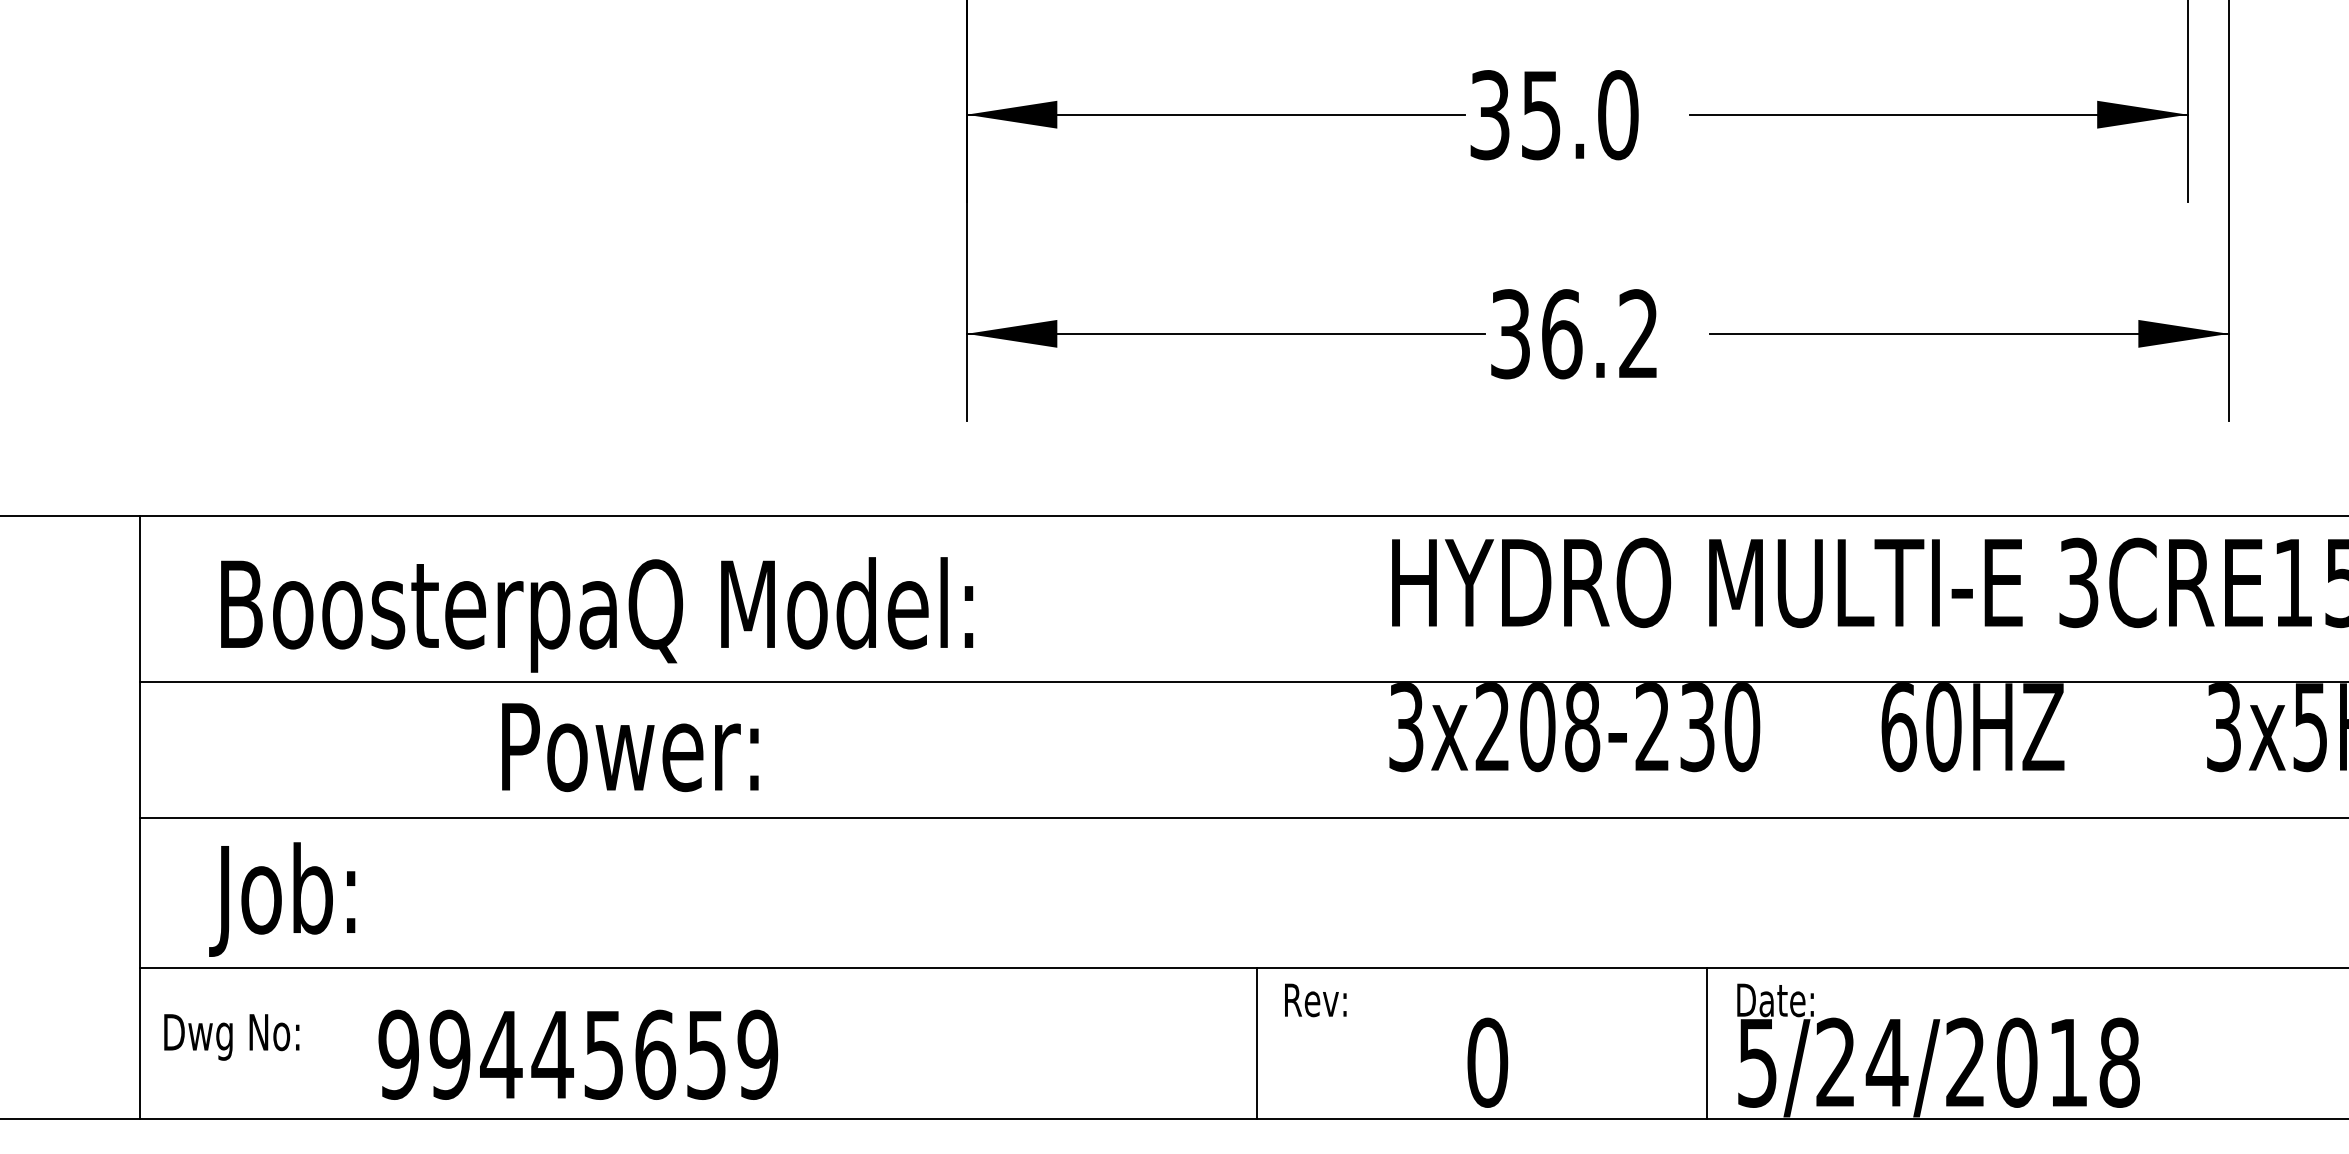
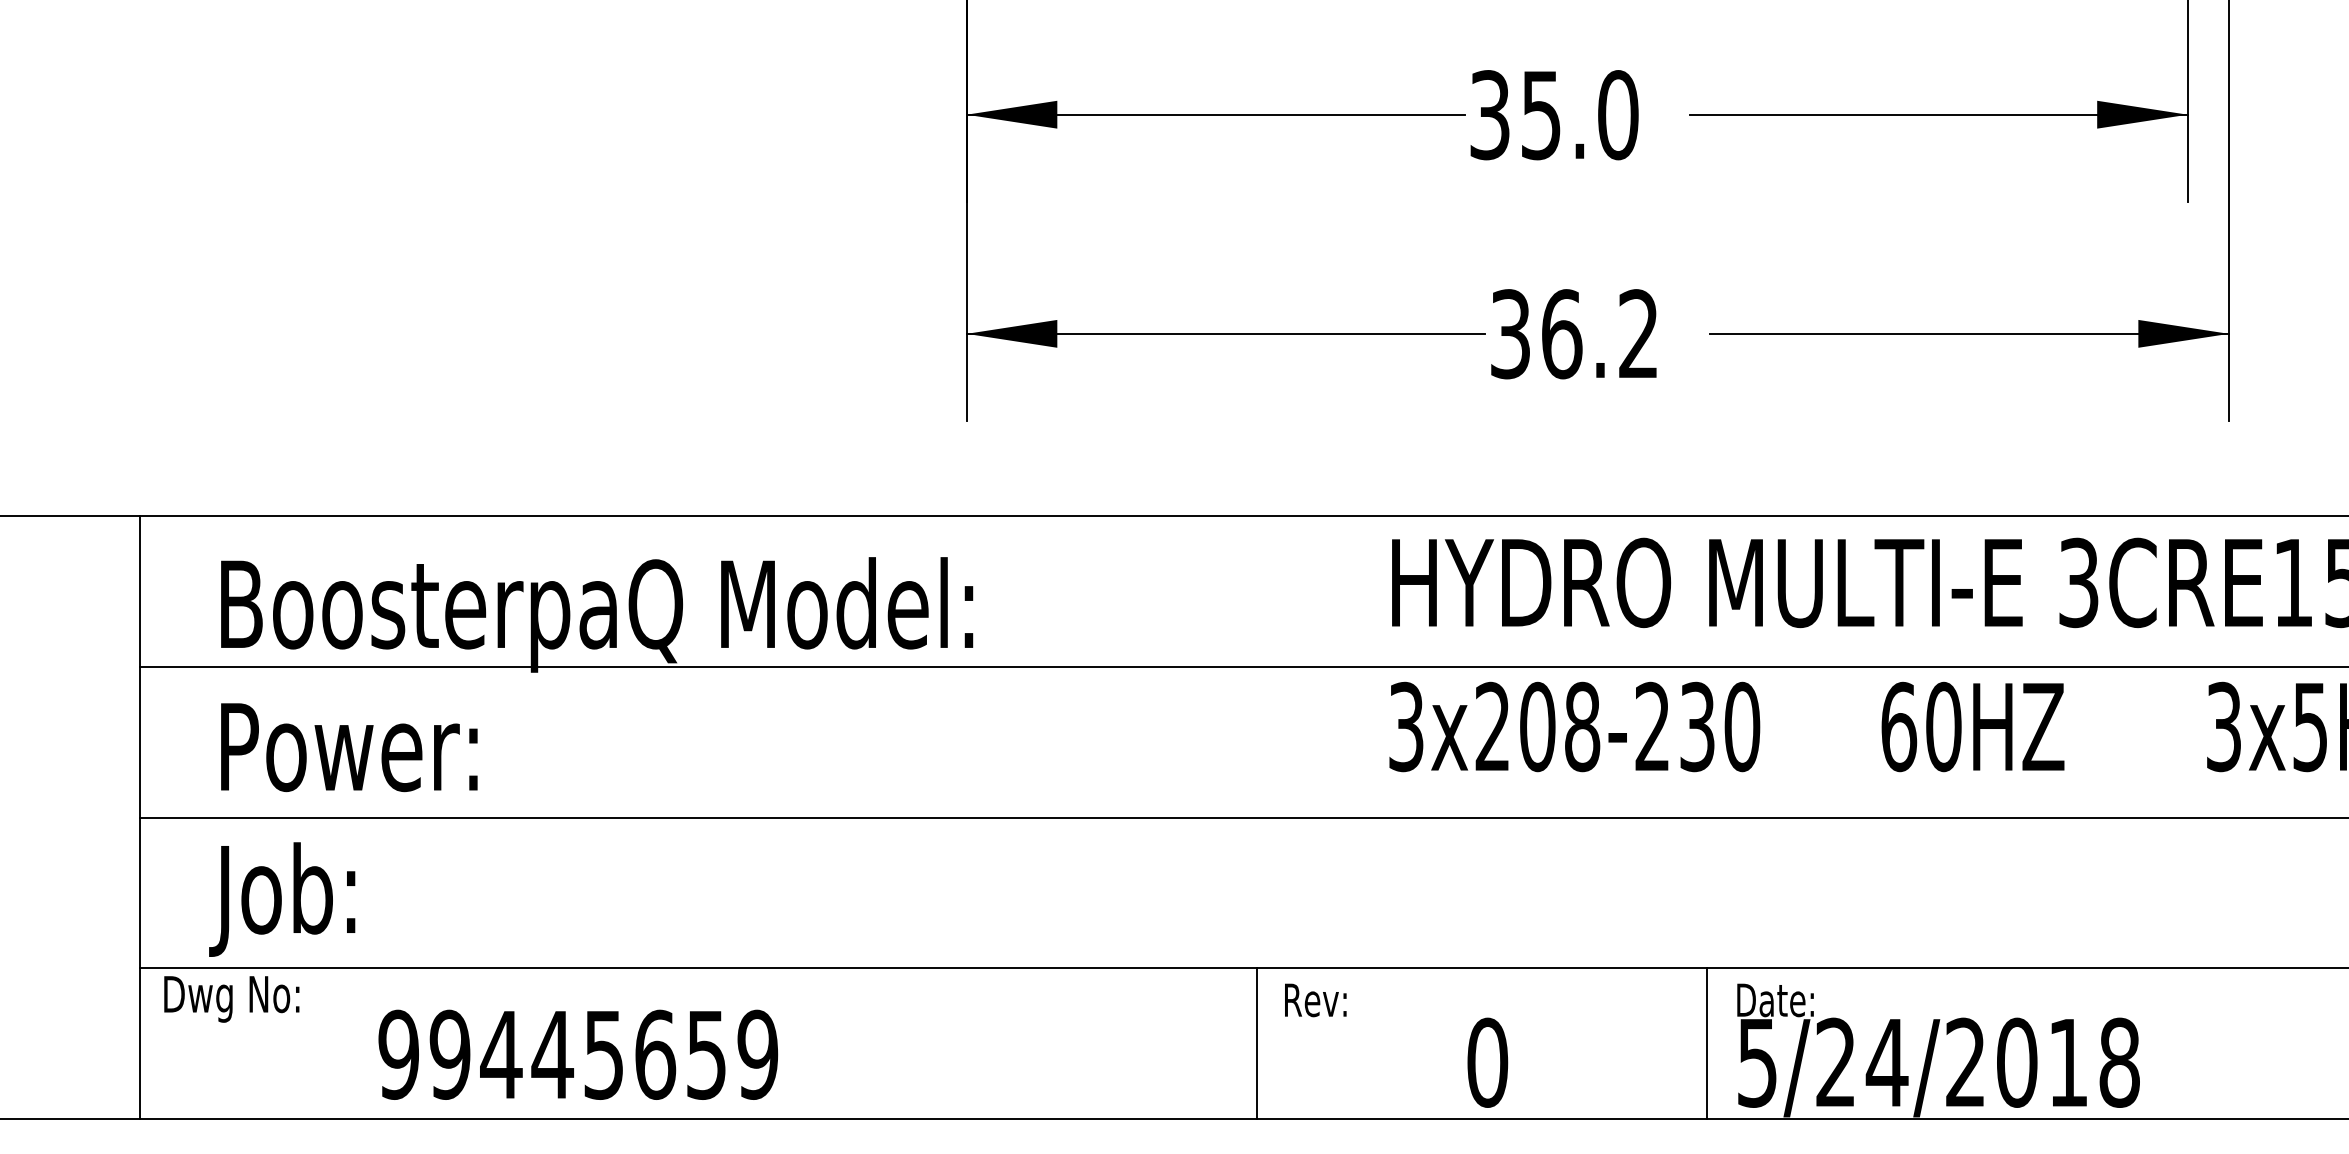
line at (1242, 681) position: (1242, 681) -> (1242, 666)
text at (630, 747) position: (630, 747) -> (349, 747)
text at (231, 1037) position: (231, 1037) -> (231, 999)
